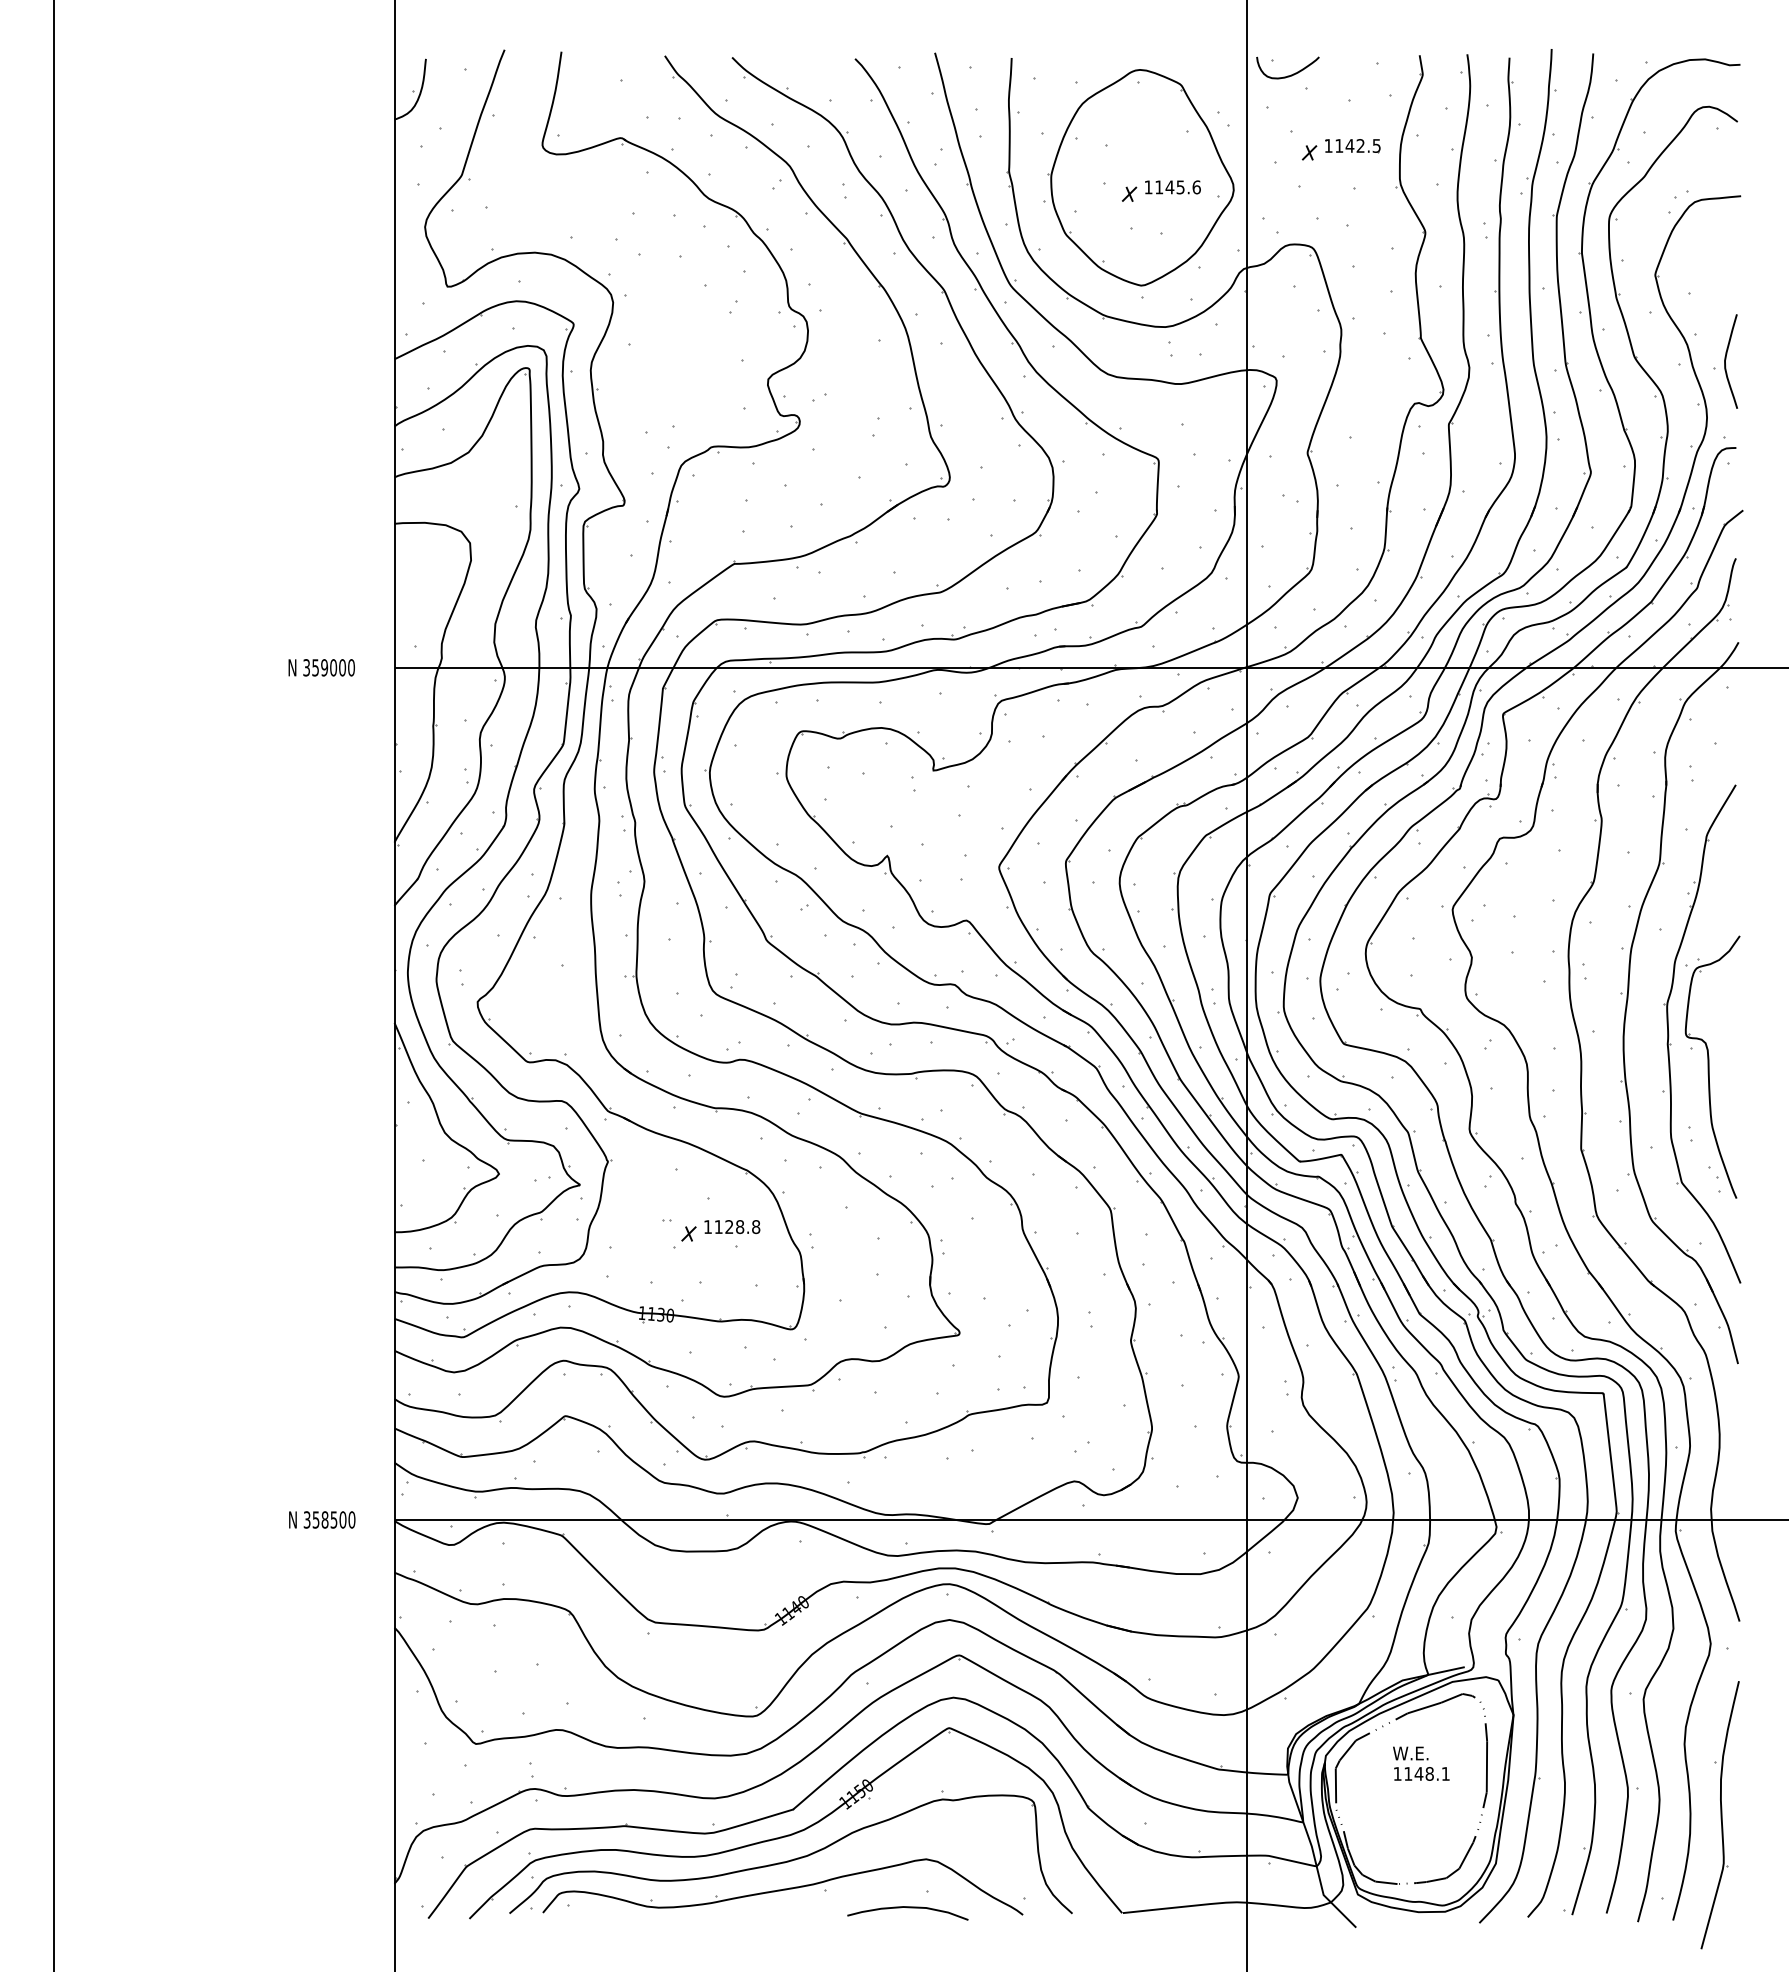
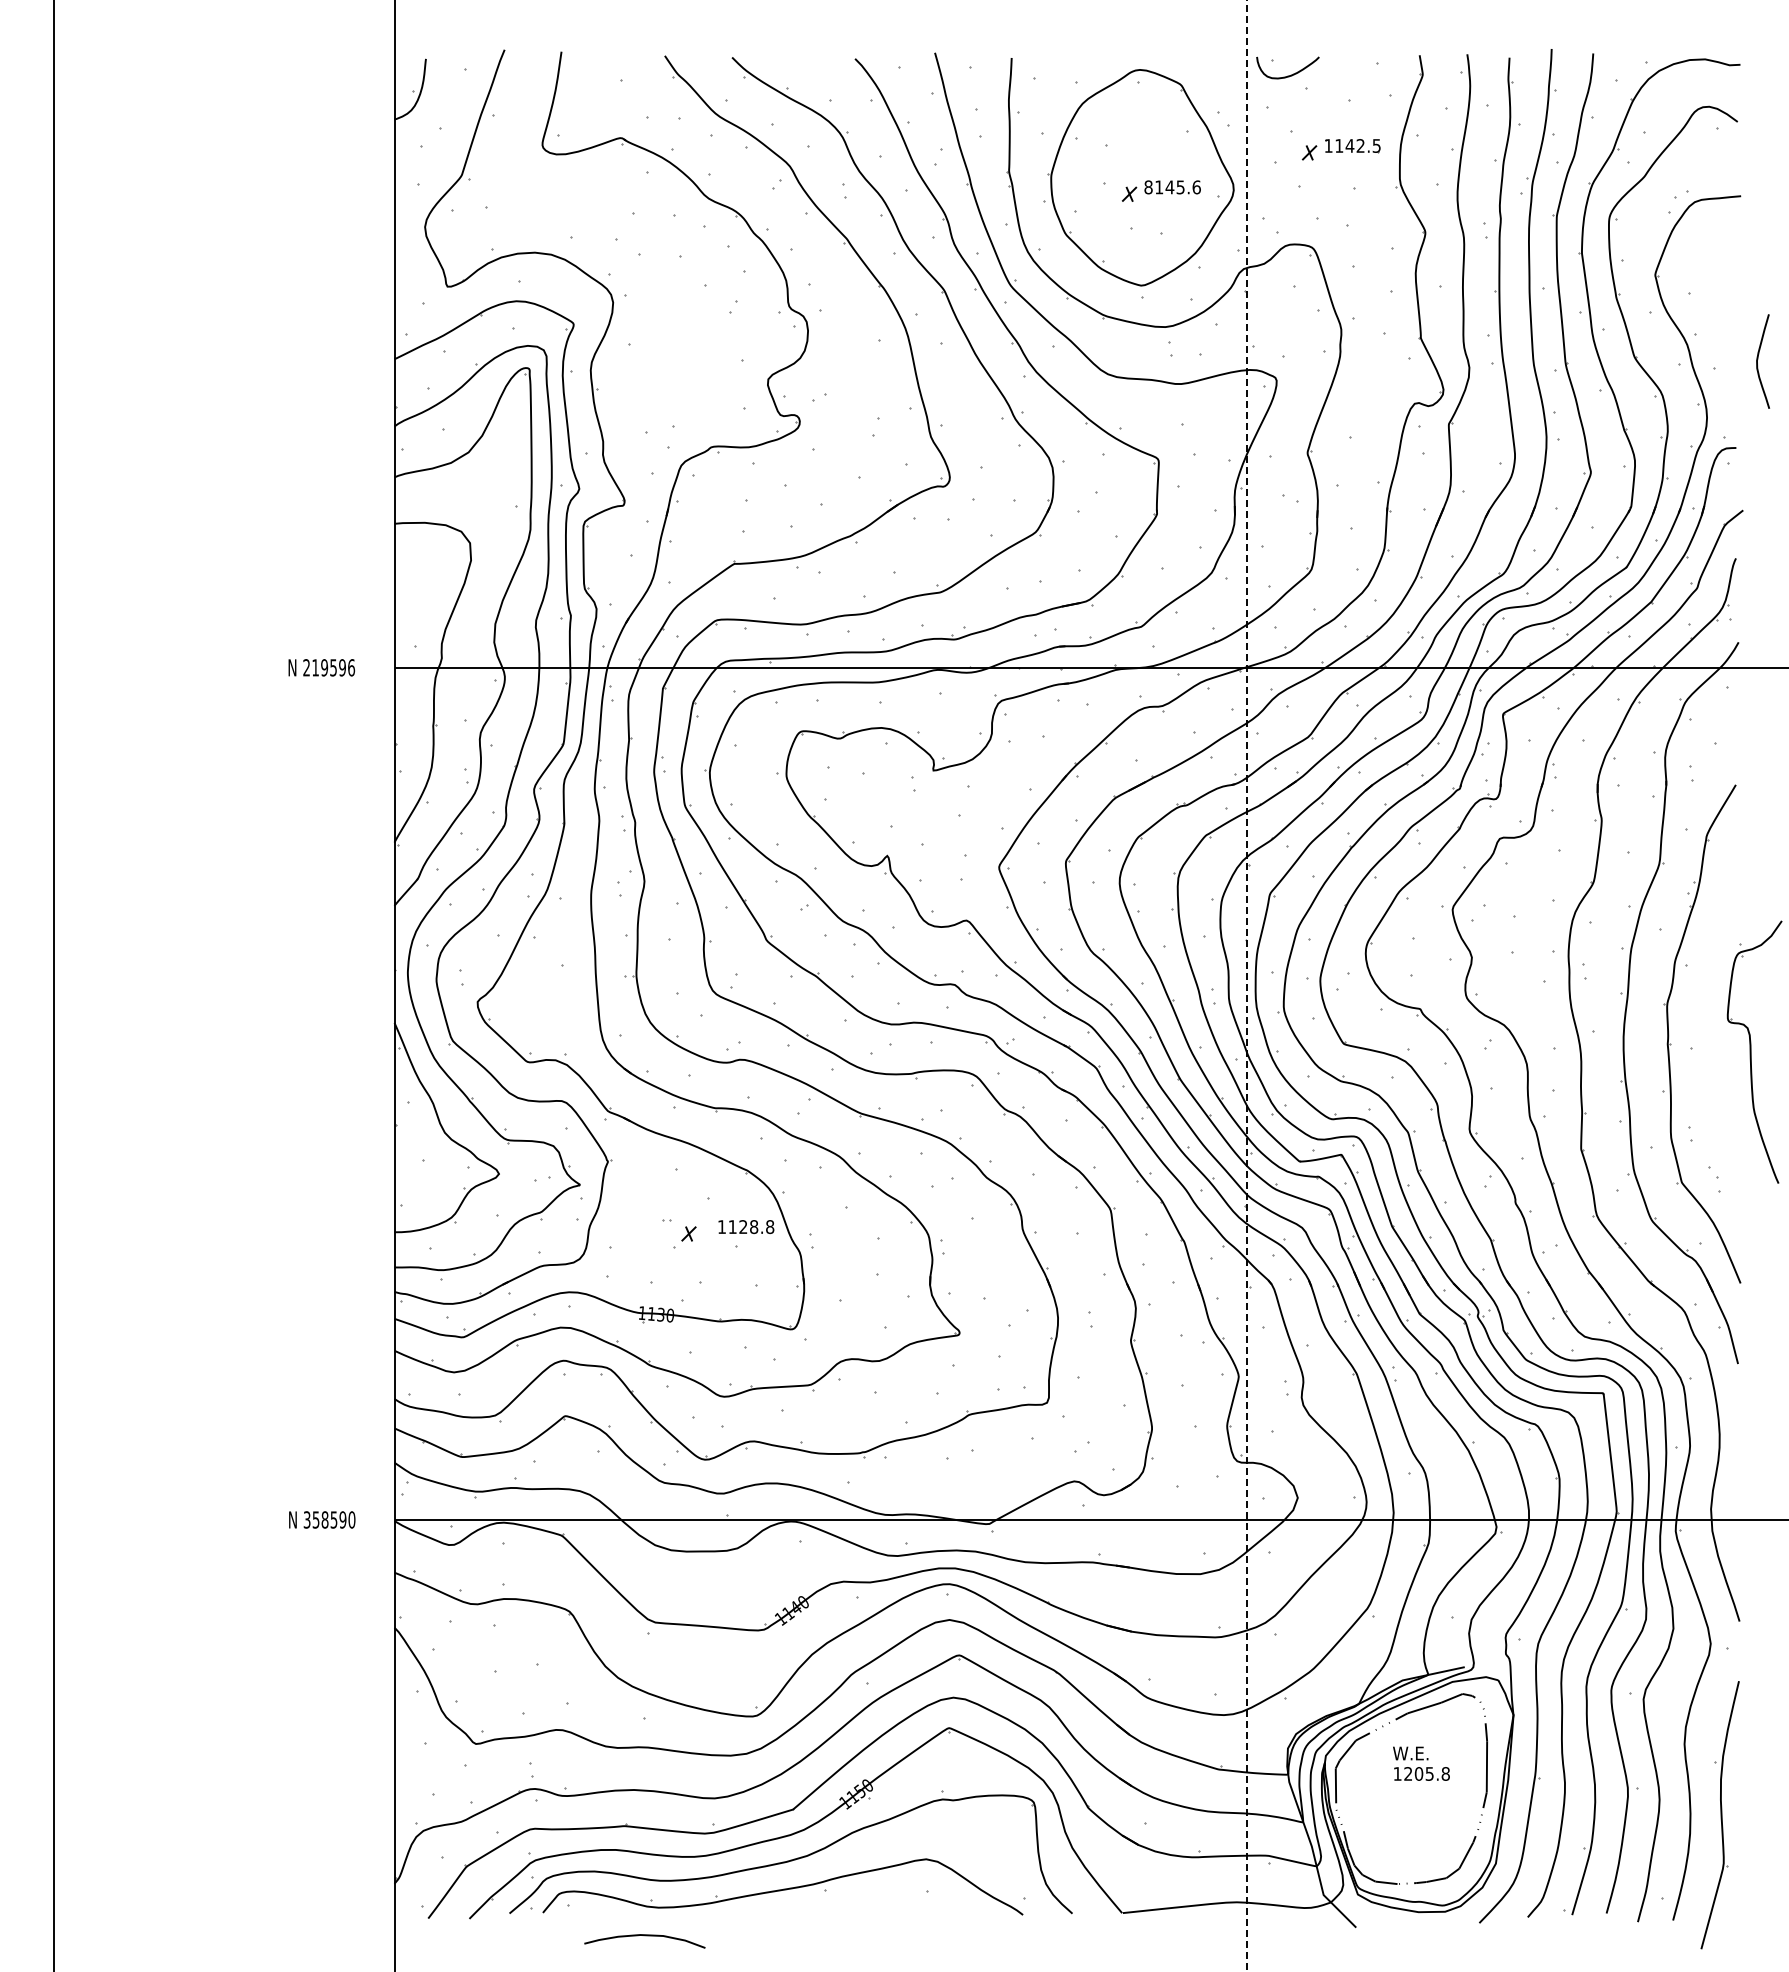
text at (1148, 187): 1145.6 -> 8145.6
curve at (1726, 359) position: (1726, 359) -> (1758, 359)
text at (329, 667): 359000 -> 219596
line at (1246, 985): solid -> dashed
part at (1712, 1066) position: (1712, 1066) -> (1754, 1051)
text at (732, 1226) position: (732, 1226) -> (746, 1226)
text at (342, 1519): 358500 -> 358590
text at (1426, 1773): 1148.1 -> 1205.8
curve at (907, 1908) position: (907, 1908) -> (644, 1936)
